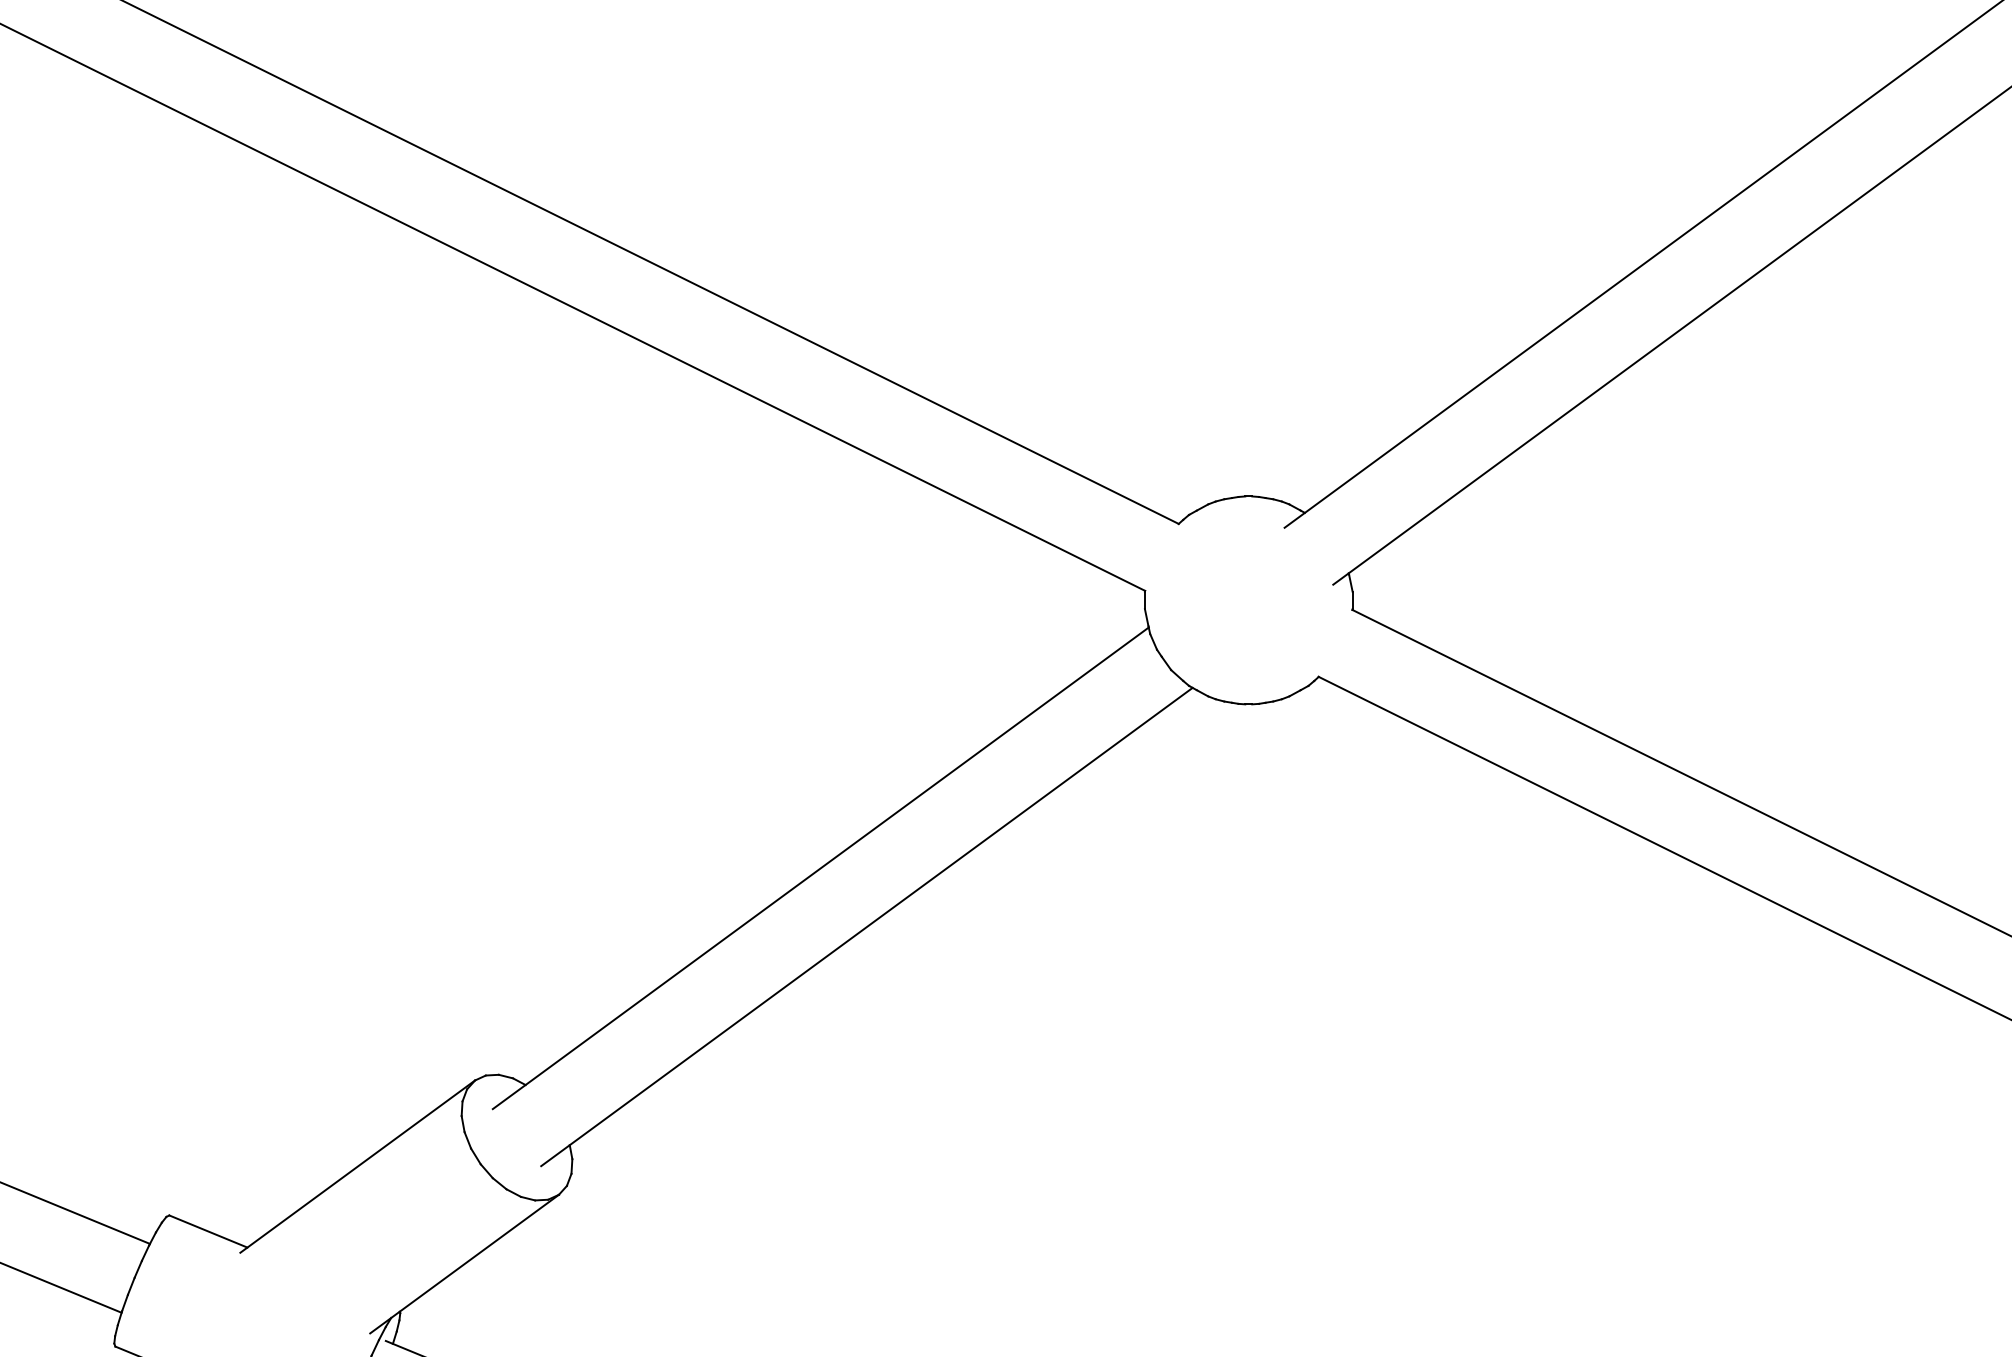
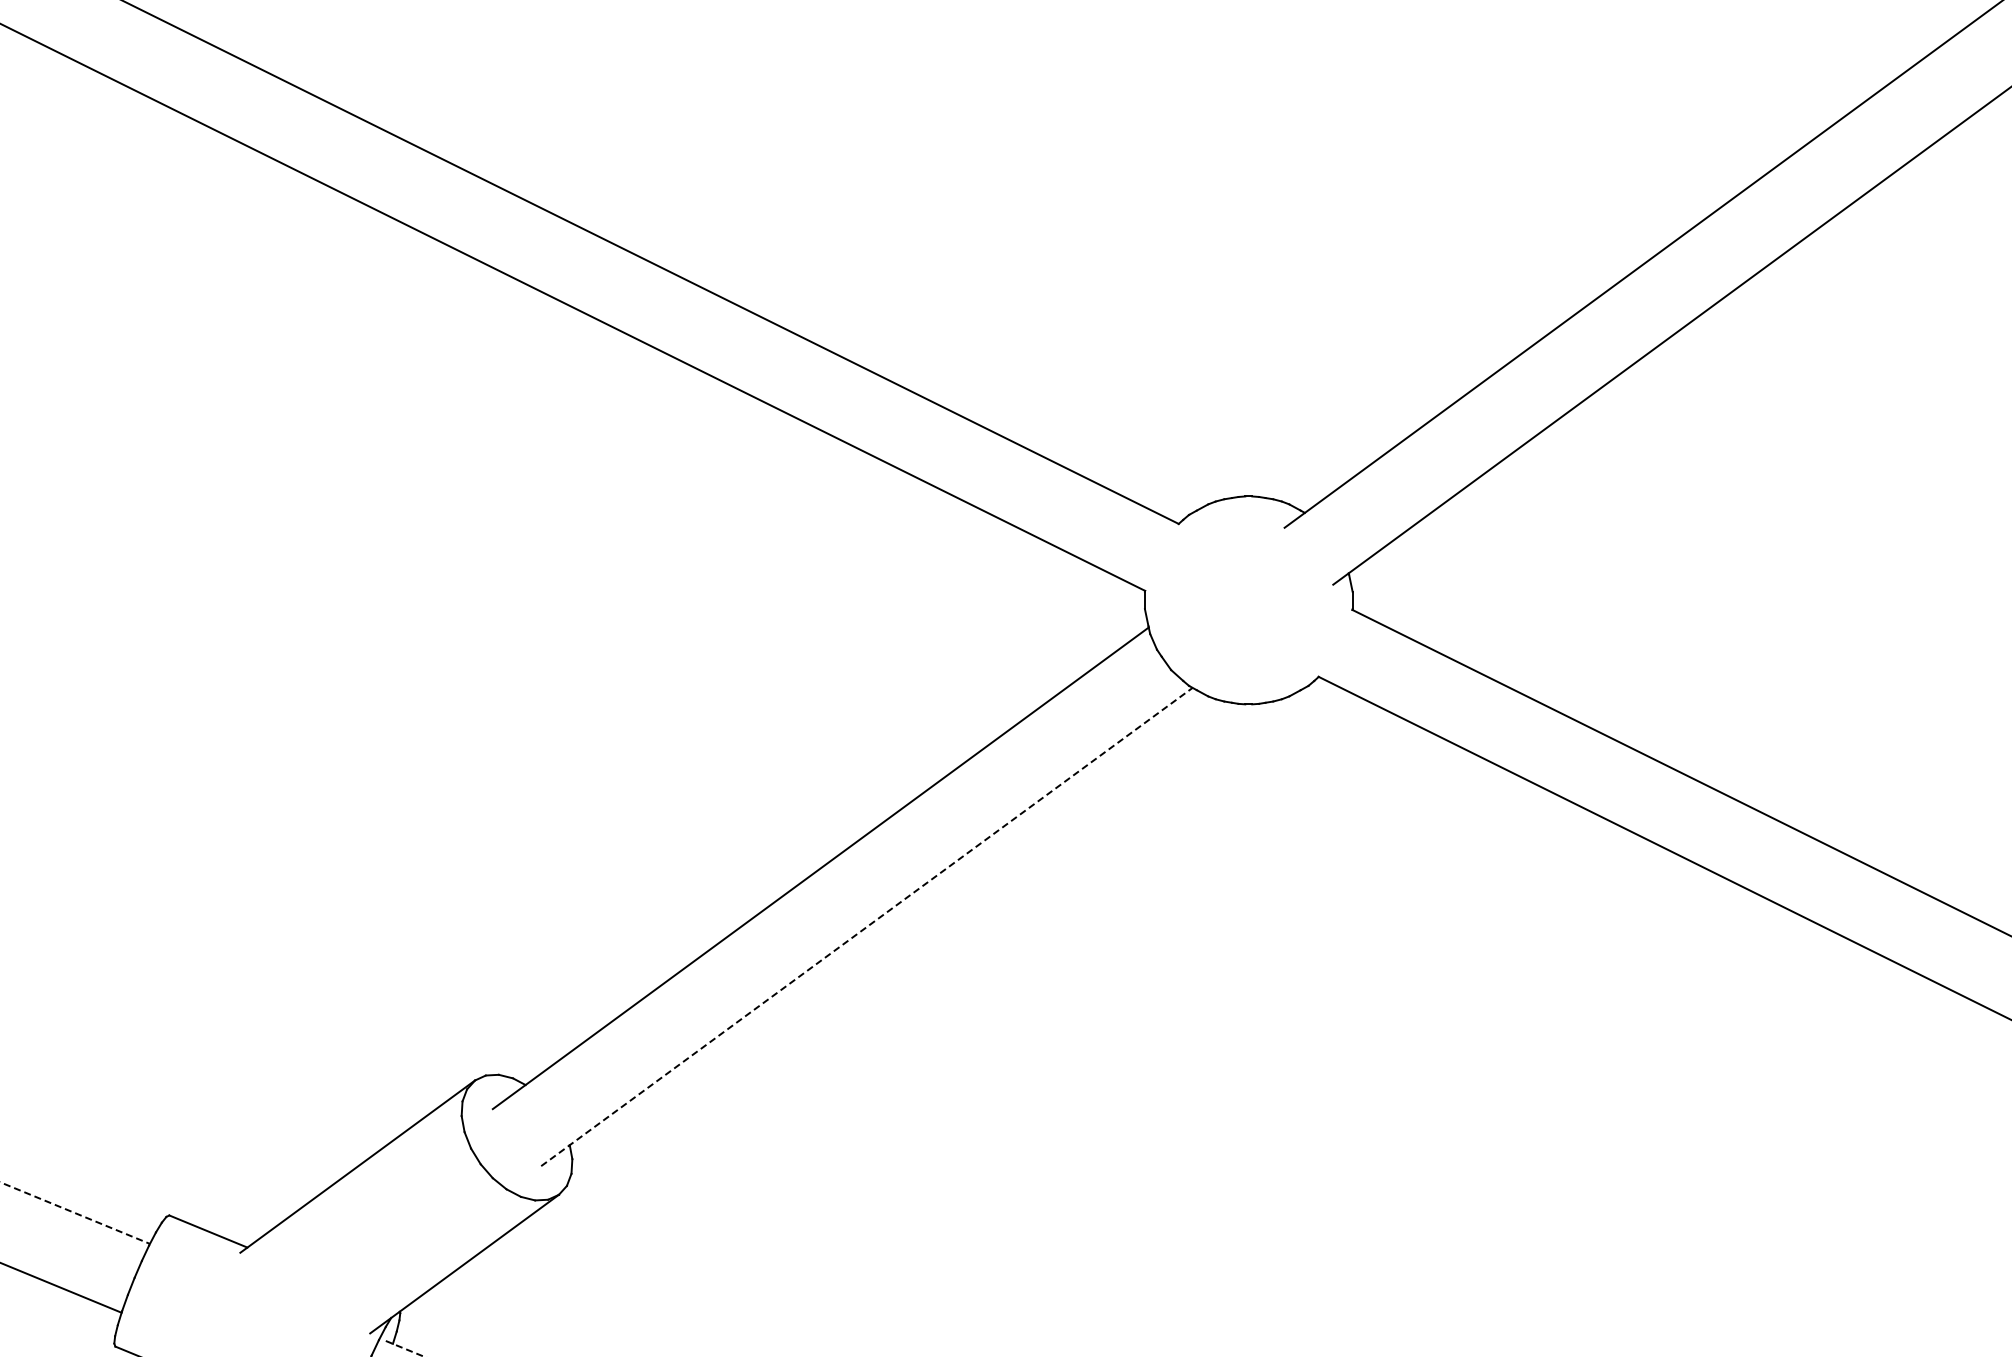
line at (867, 926): solid -> dashed
line at (75, 1213): solid -> dashed
line at (405, 1348): solid -> dashed
